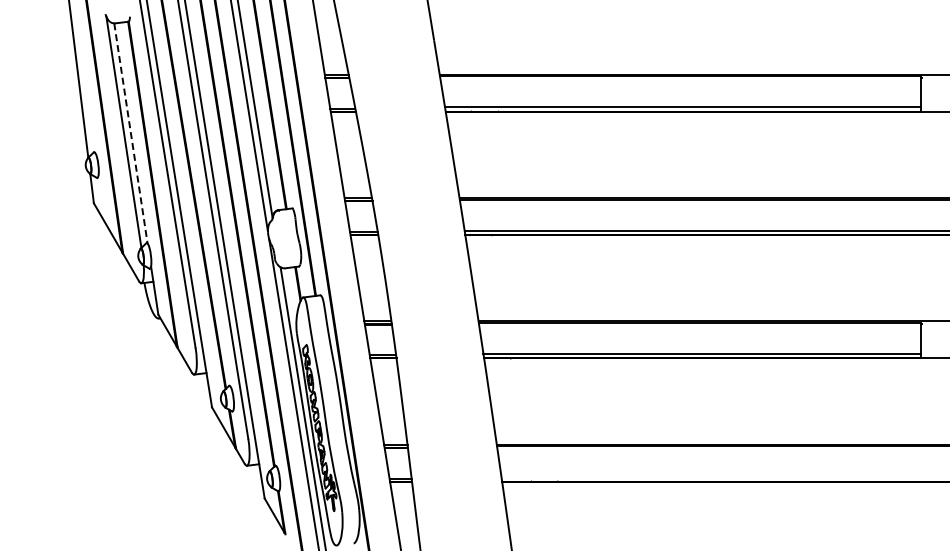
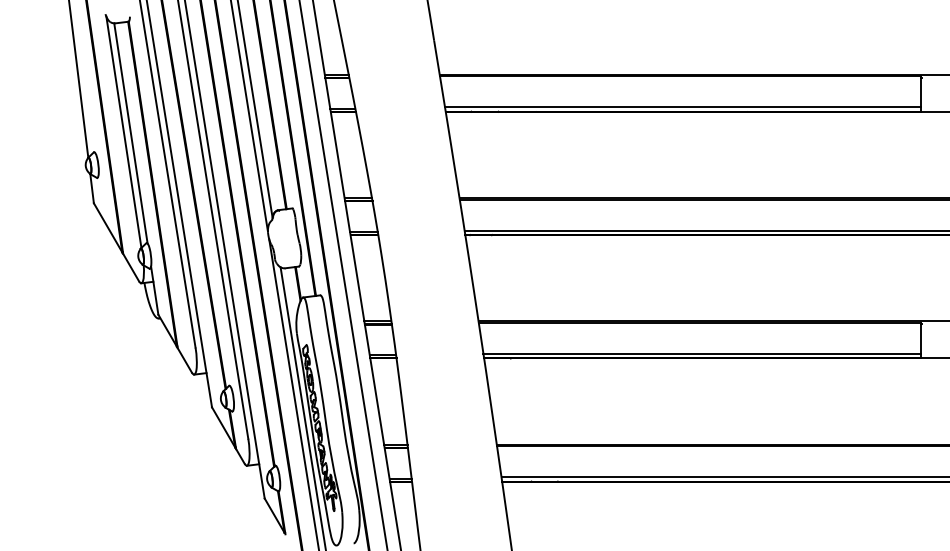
line at (131, 133): dashed -> solid
line at (343, 274): none -> present
line at (723, 477): none -> present
